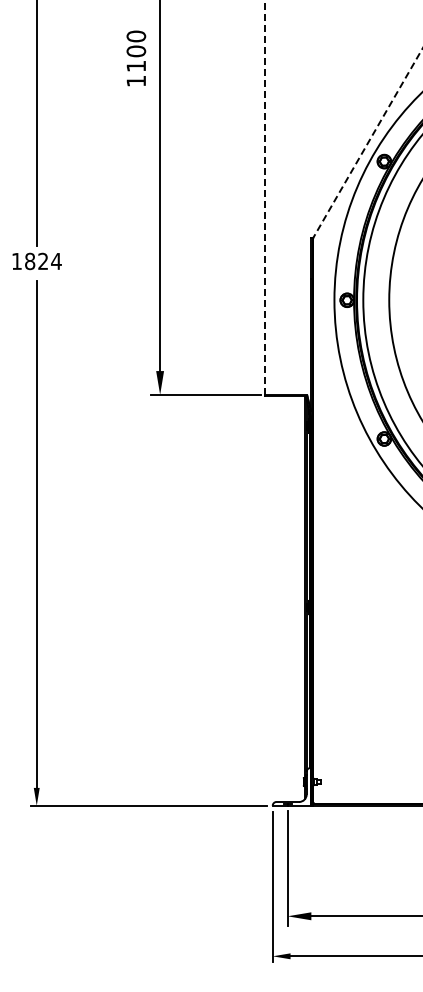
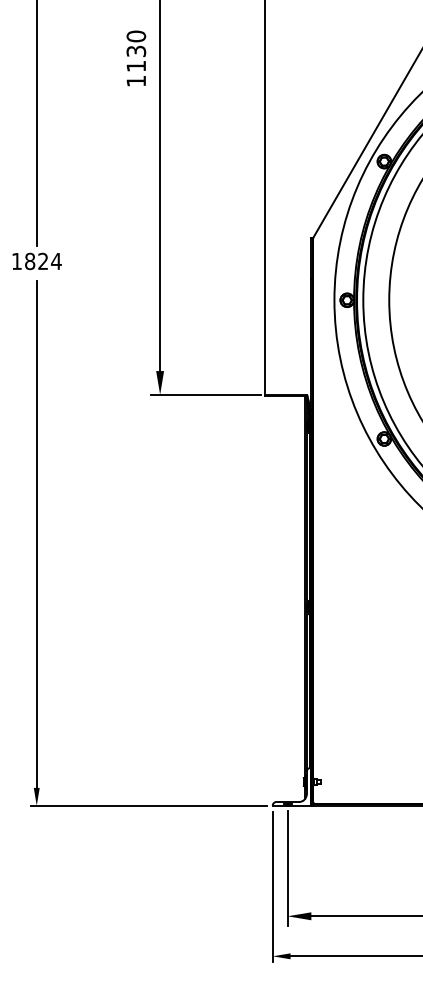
text at (136, 51): 1100 -> 1130
line at (368, 142): dashed -> solid
line at (265, 197): dashed -> solid
